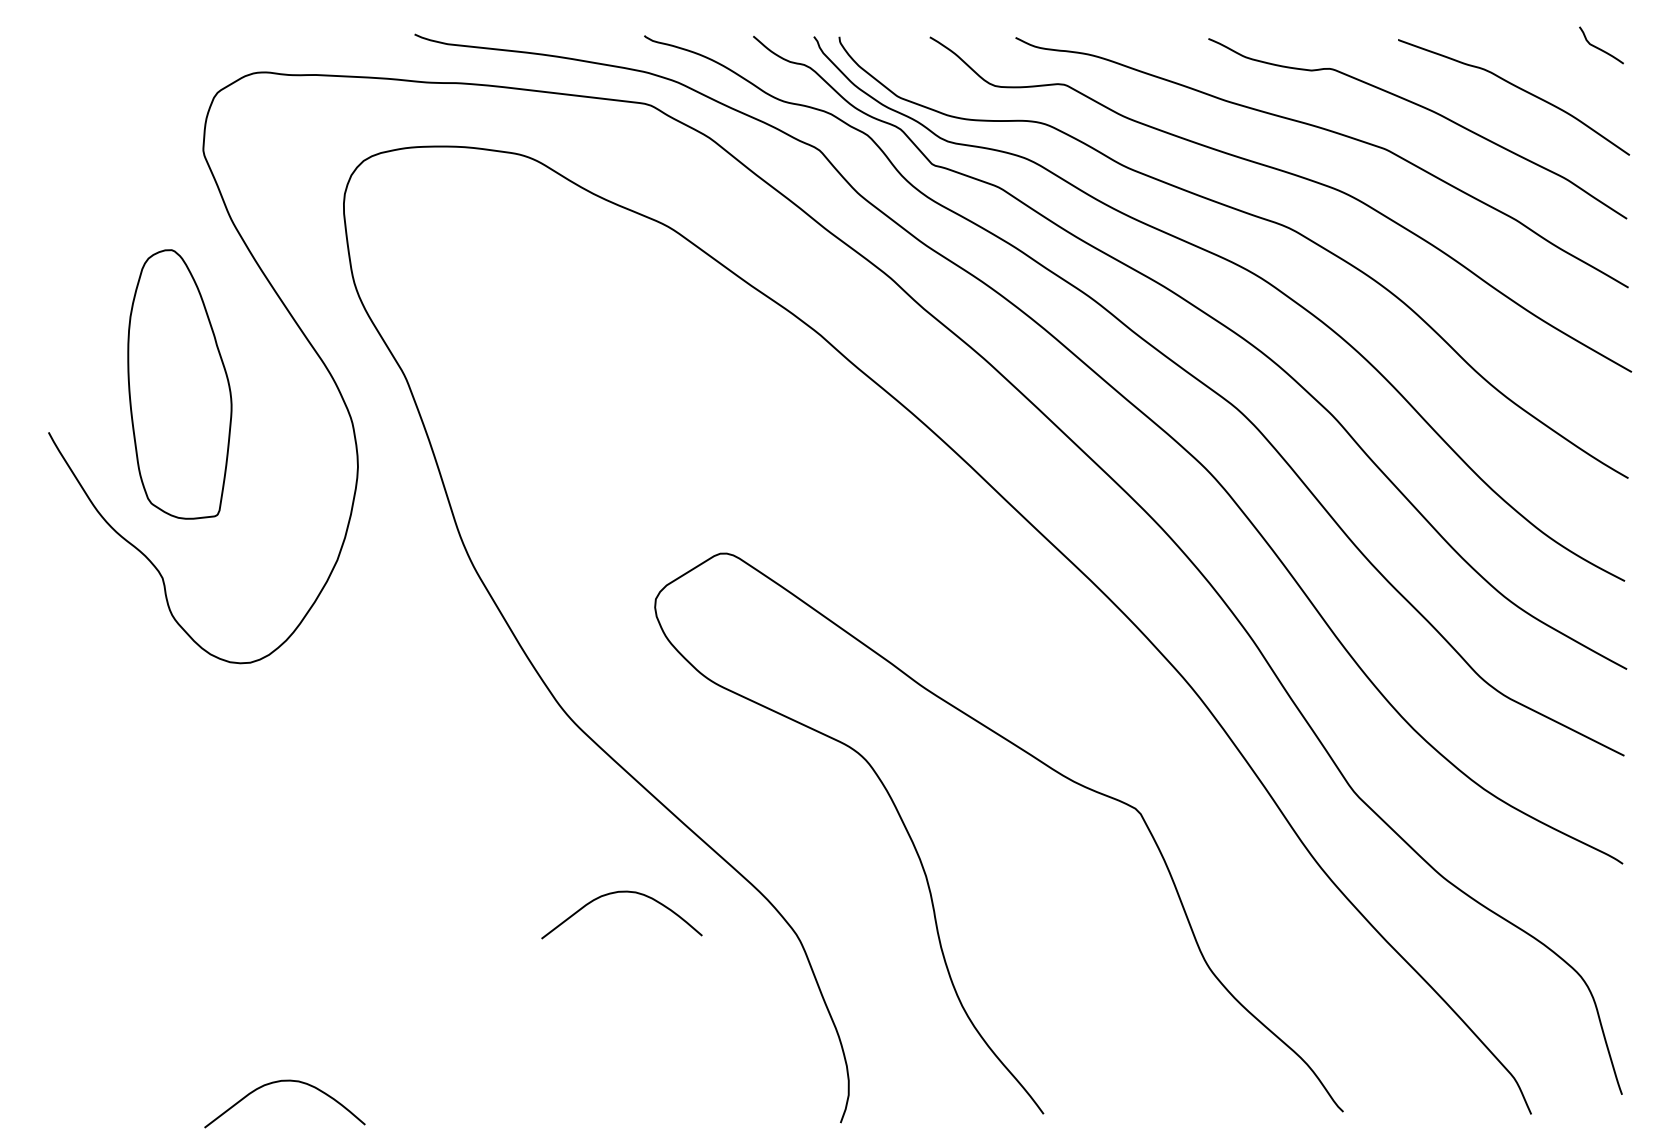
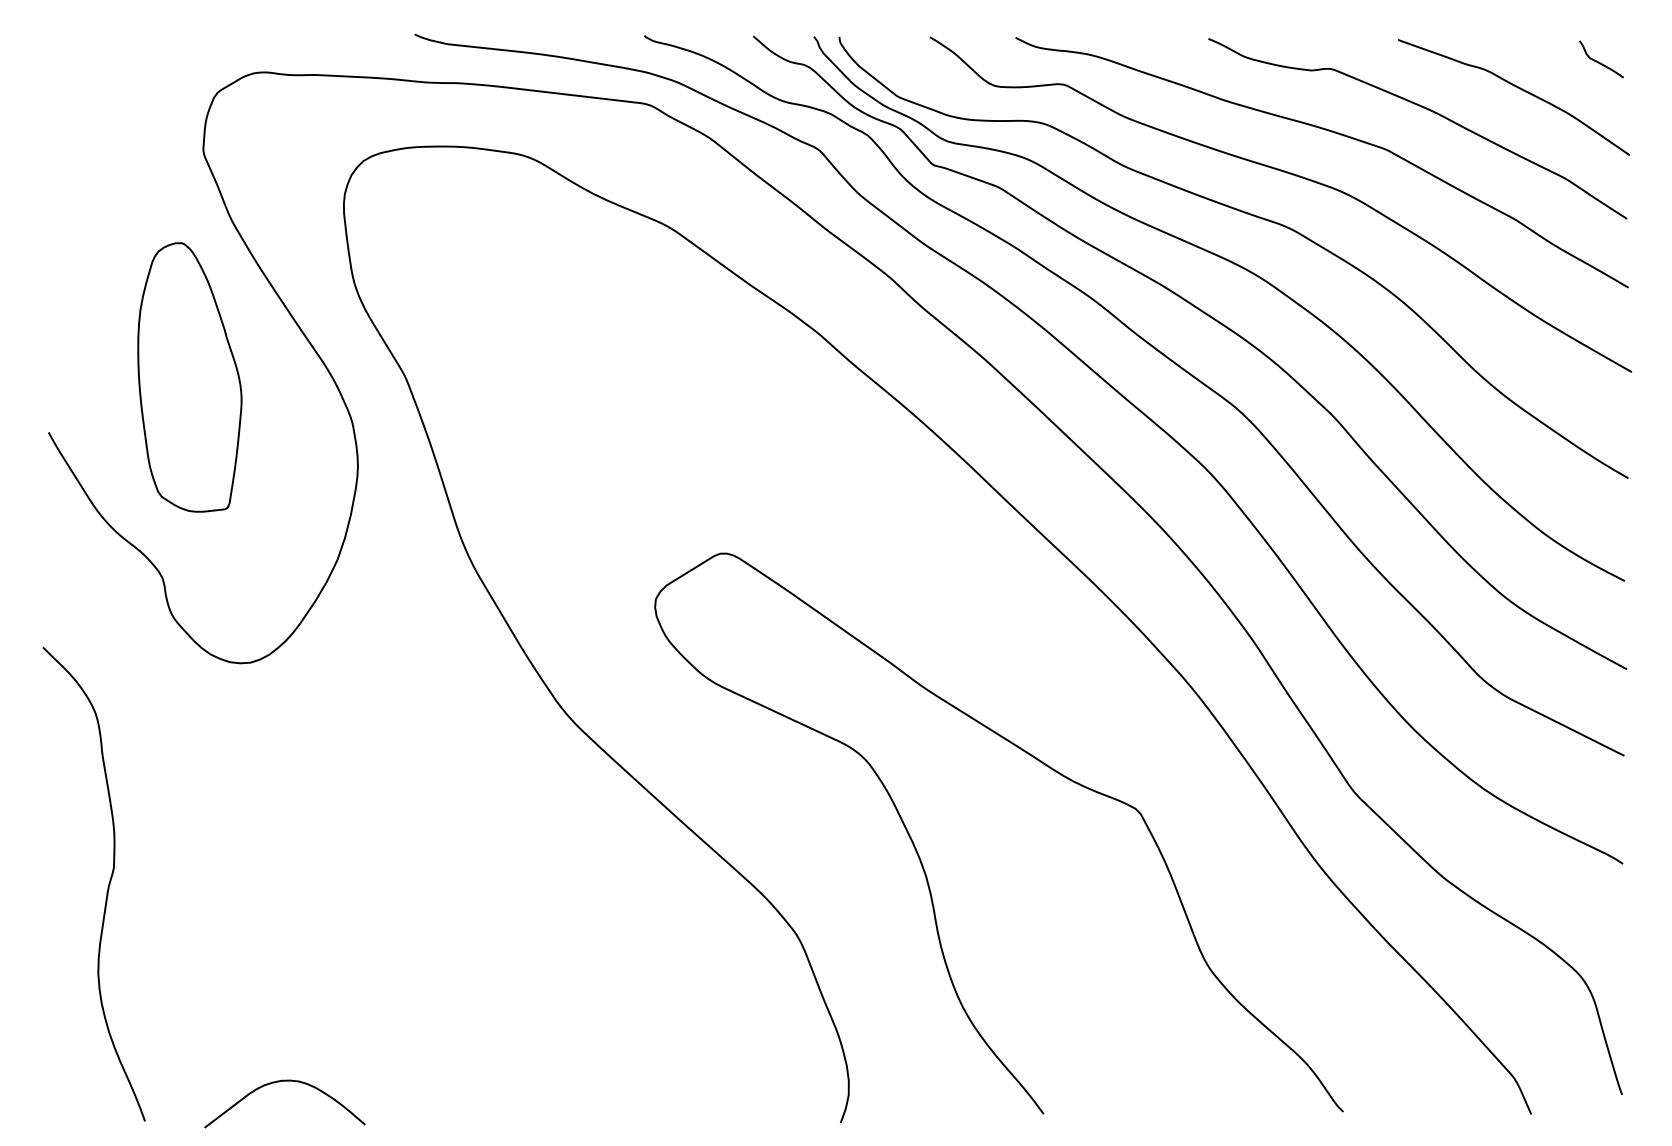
curve at (1600, 48) position: (1600, 48) -> (1600, 62)
part at (179, 384) position: (179, 384) -> (189, 377)
curve at (107, 887): none -> present
curve at (616, 893): present -> none
